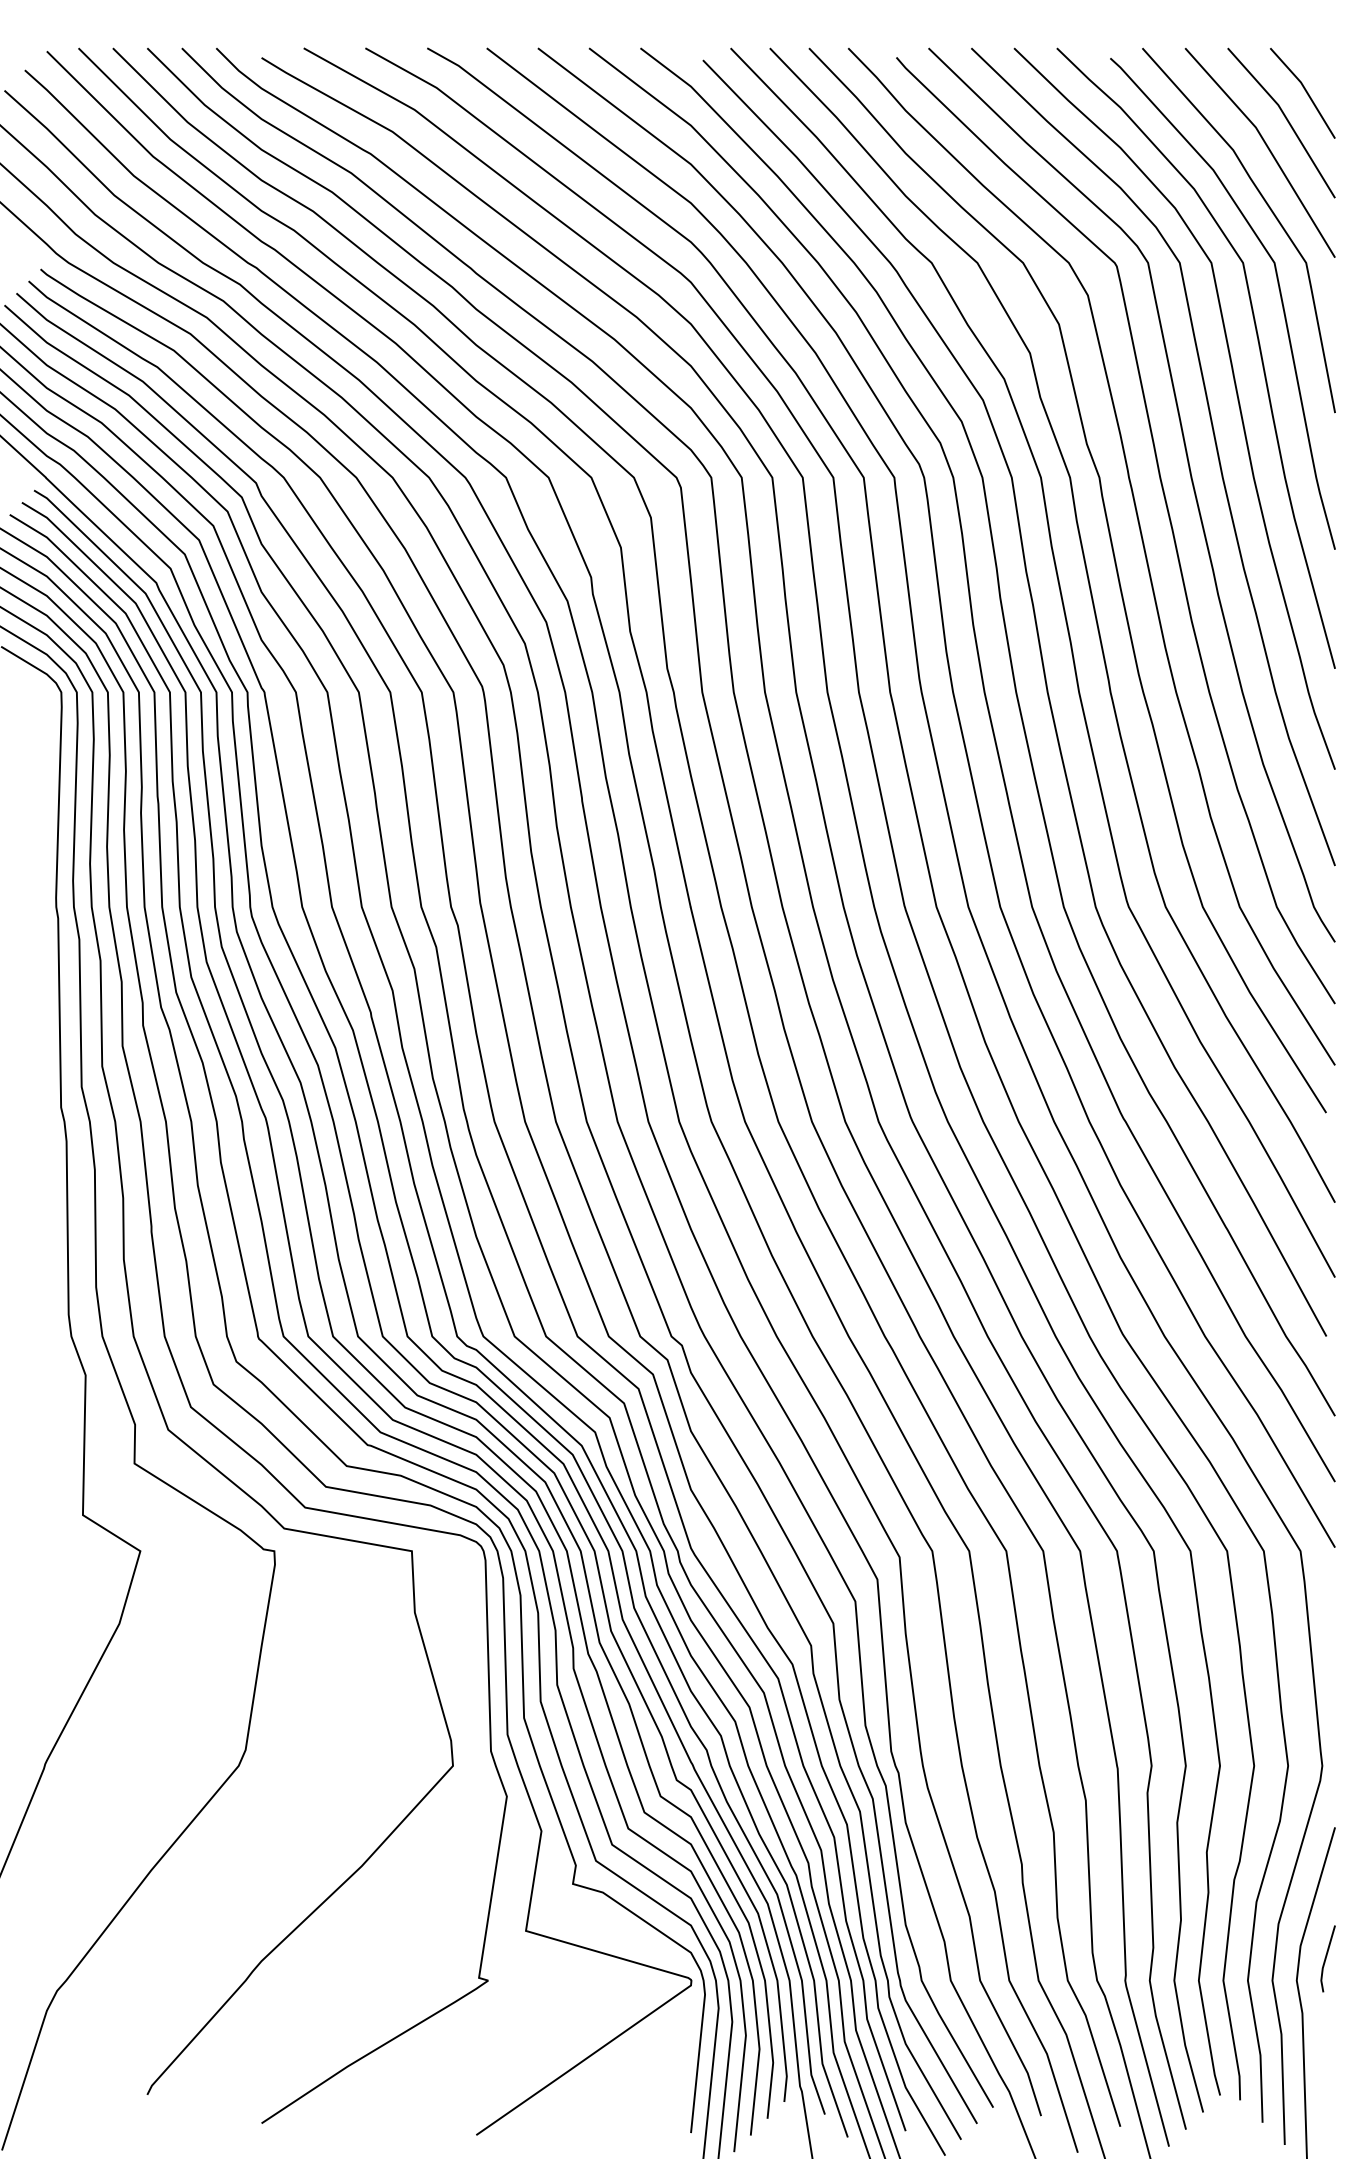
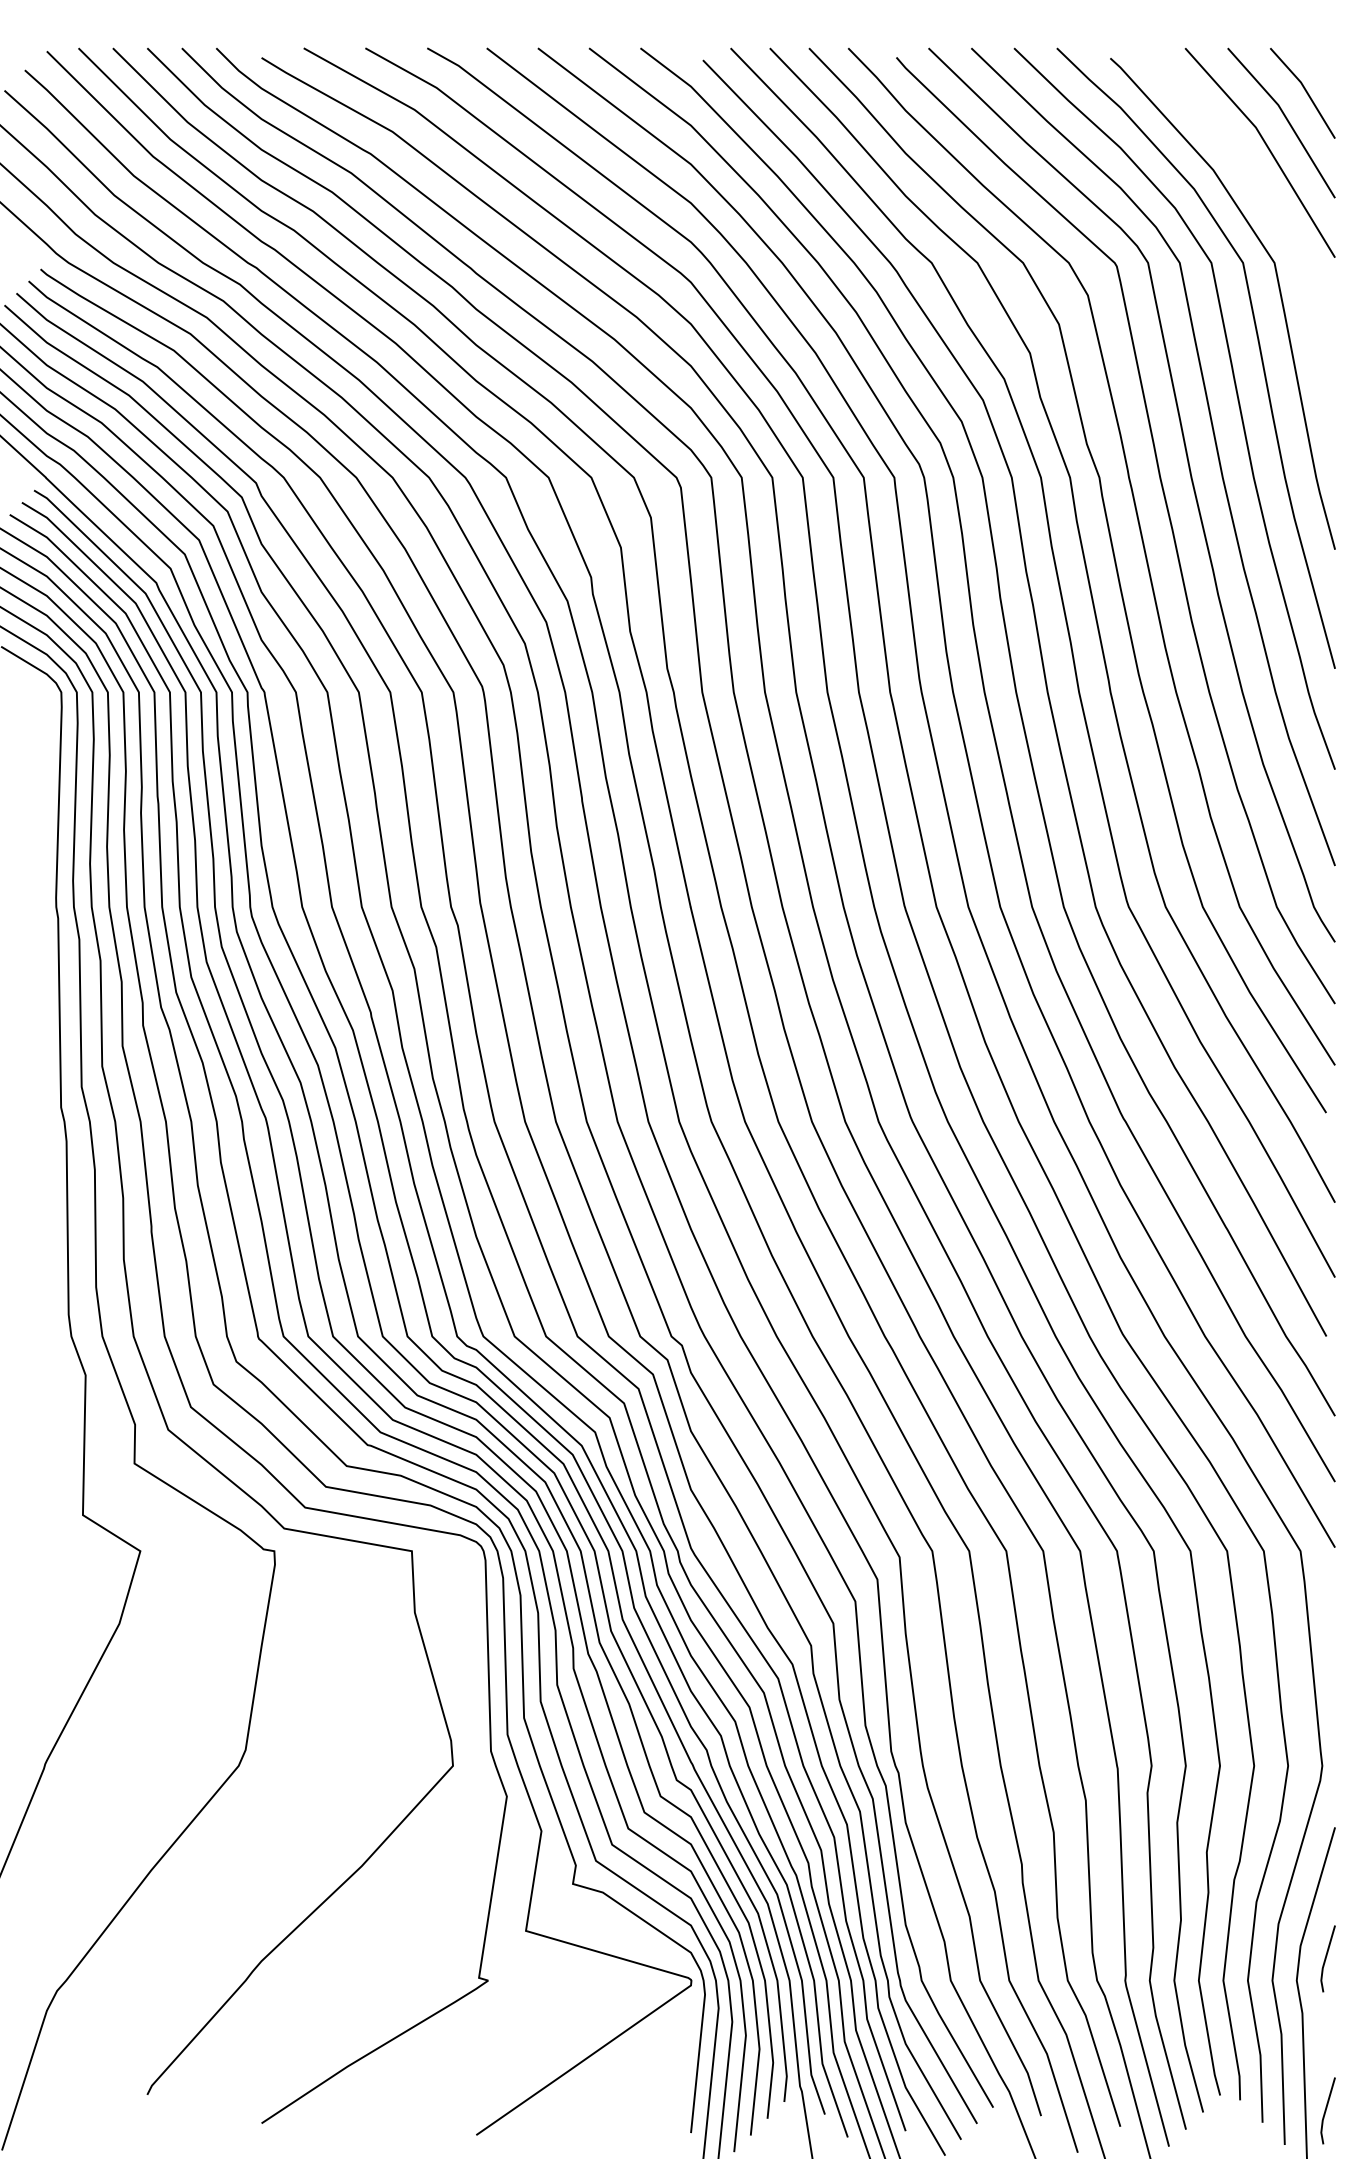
curve at (1269, 209): present -> none
line at (1326, 2110): none -> present
